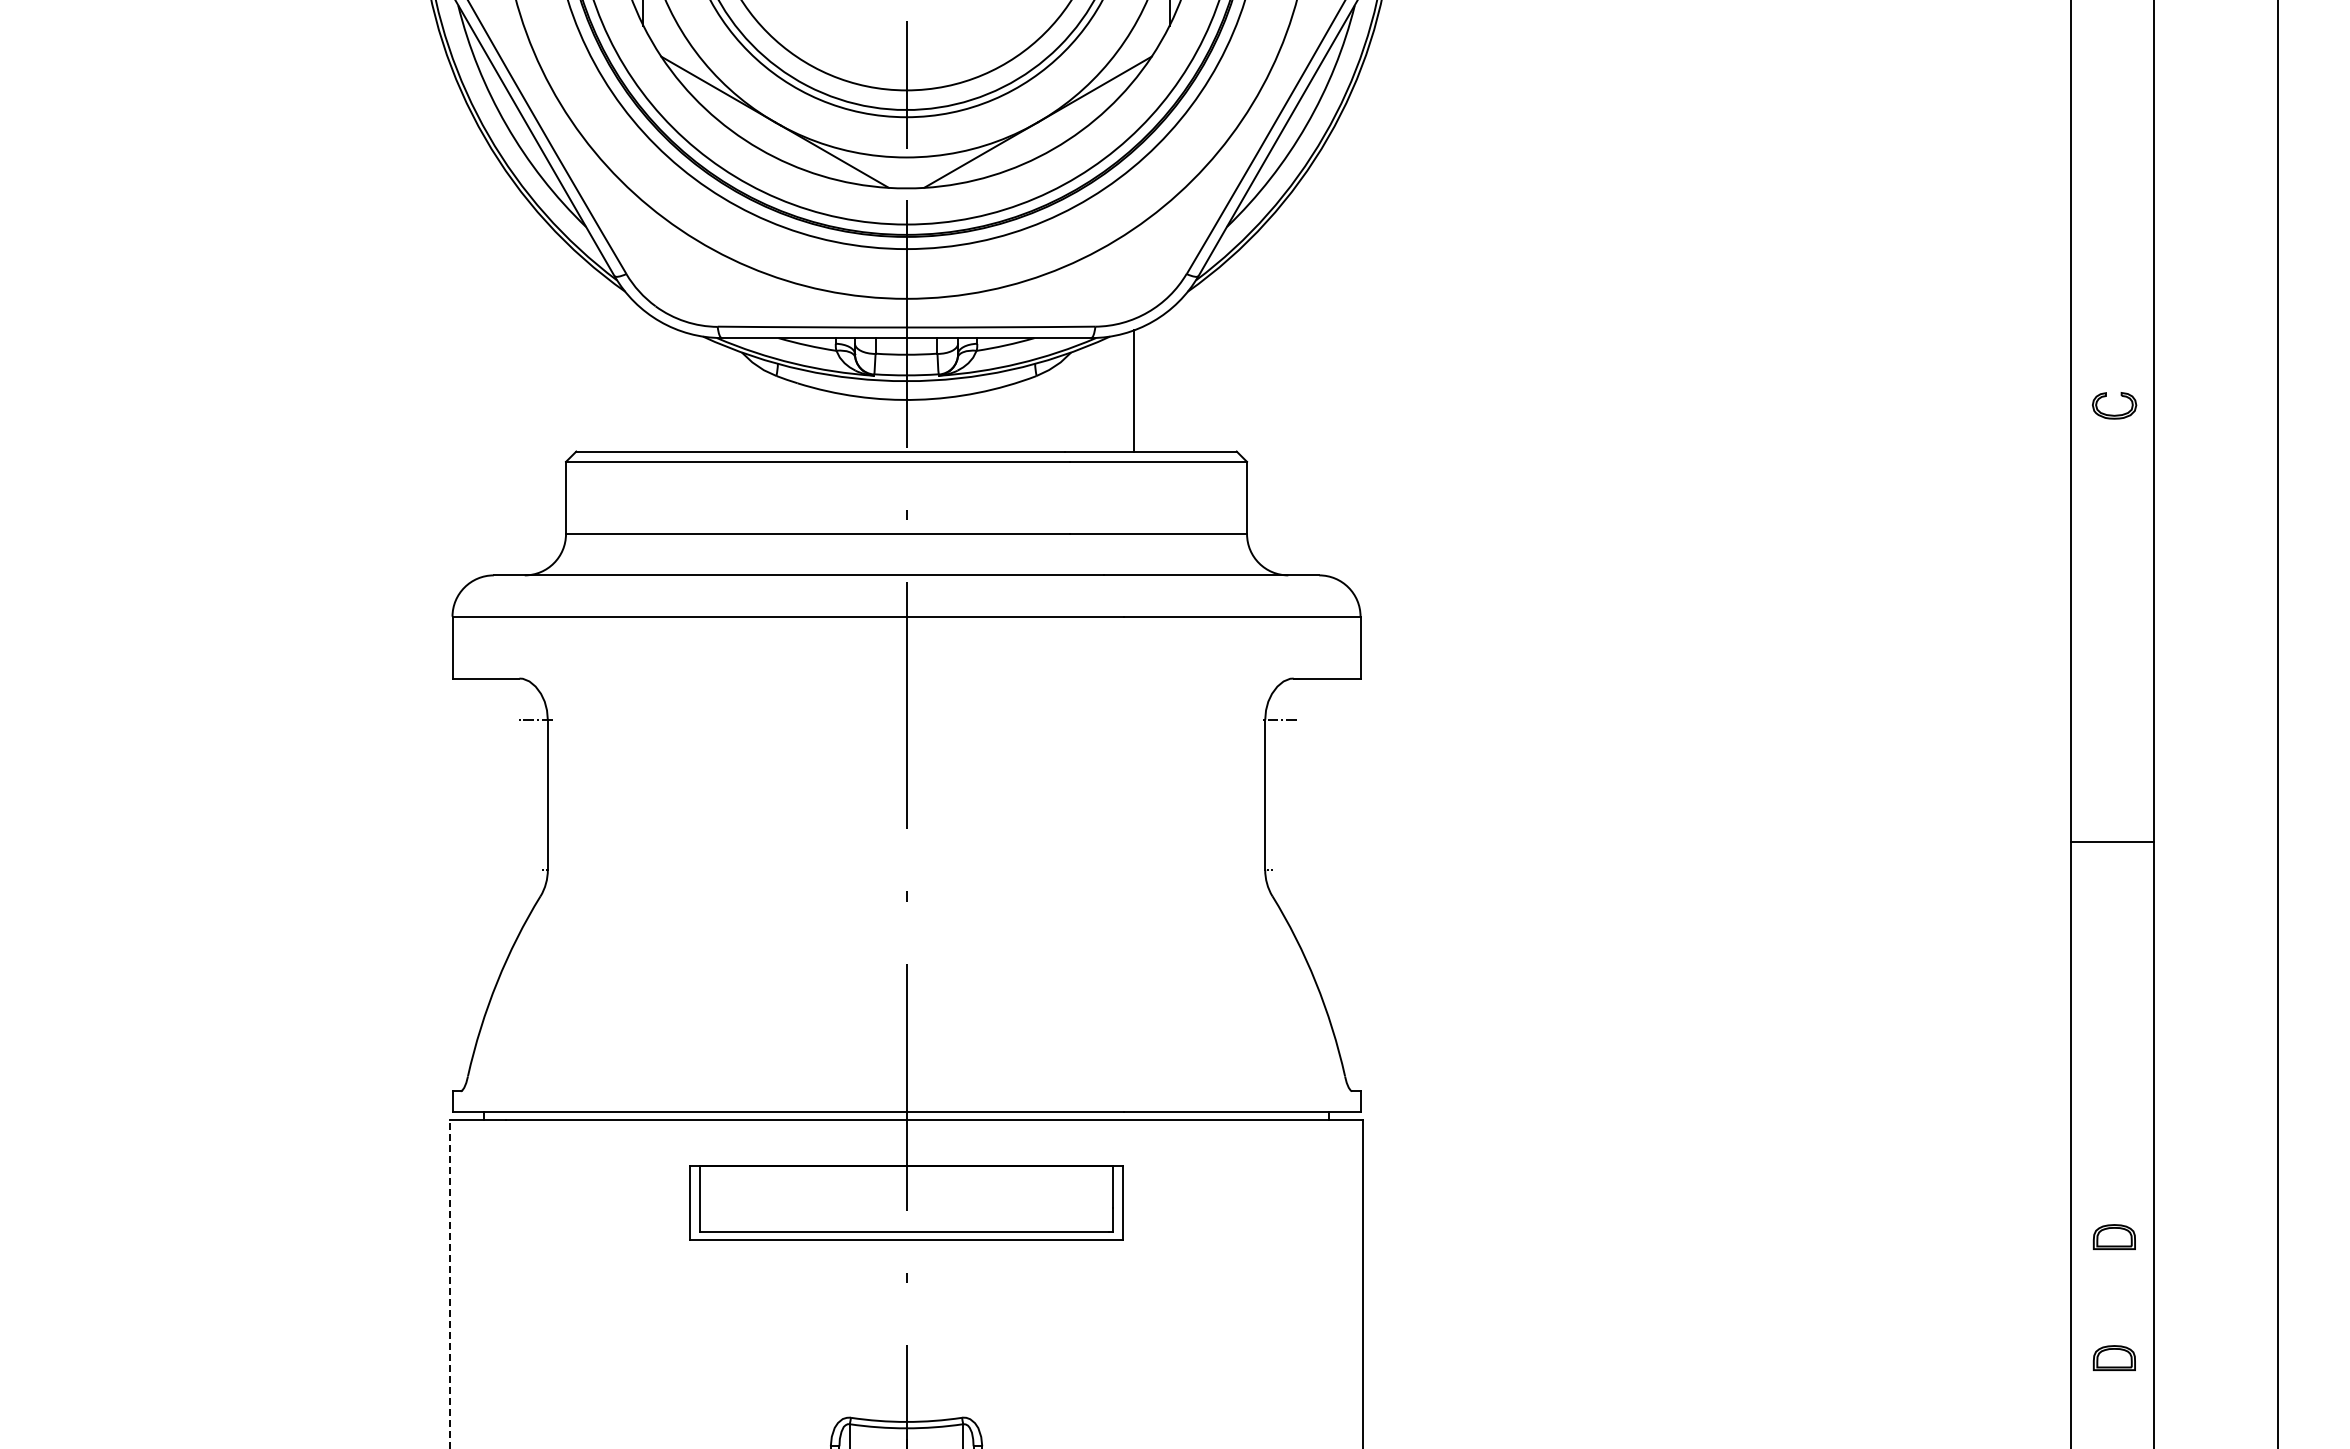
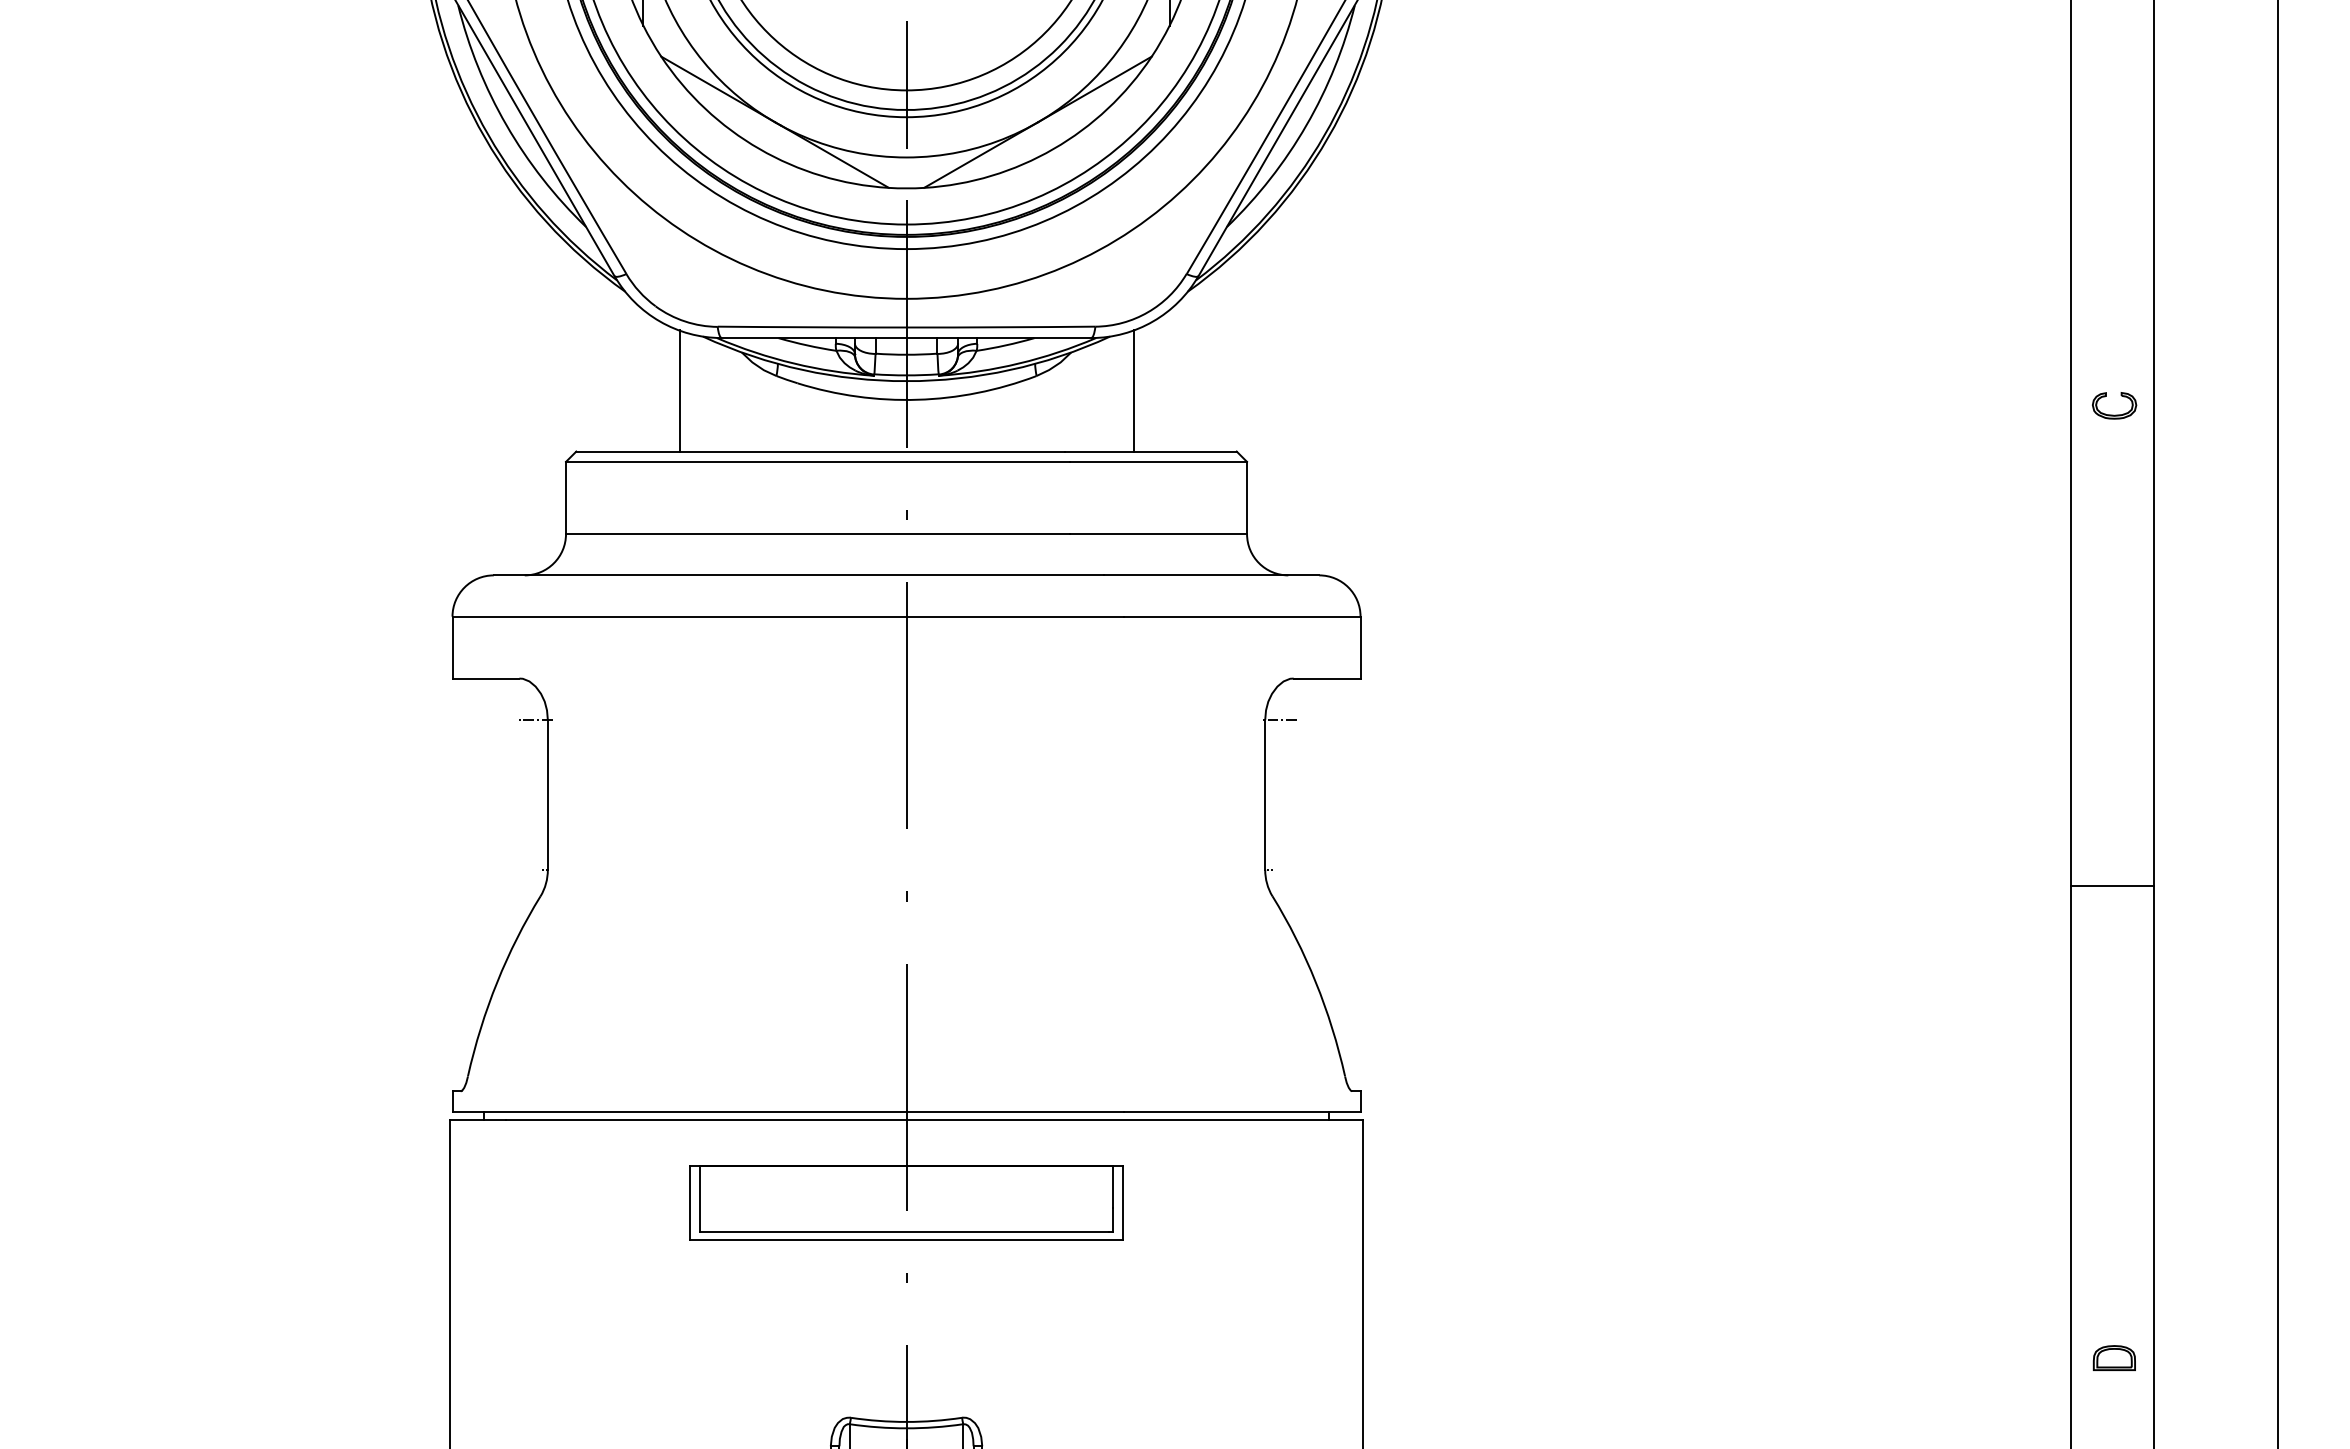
line at (679, 390): none -> present
line at (2112, 841) position: (2112, 841) -> (2112, 885)
part at (2113, 1236): present -> none
line at (450, 1284): dashed -> solid
